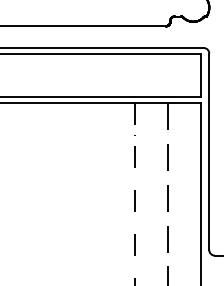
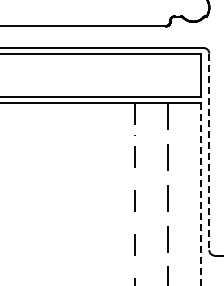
line at (209, 152): solid -> dashed
line at (200, 193): solid -> dashed
